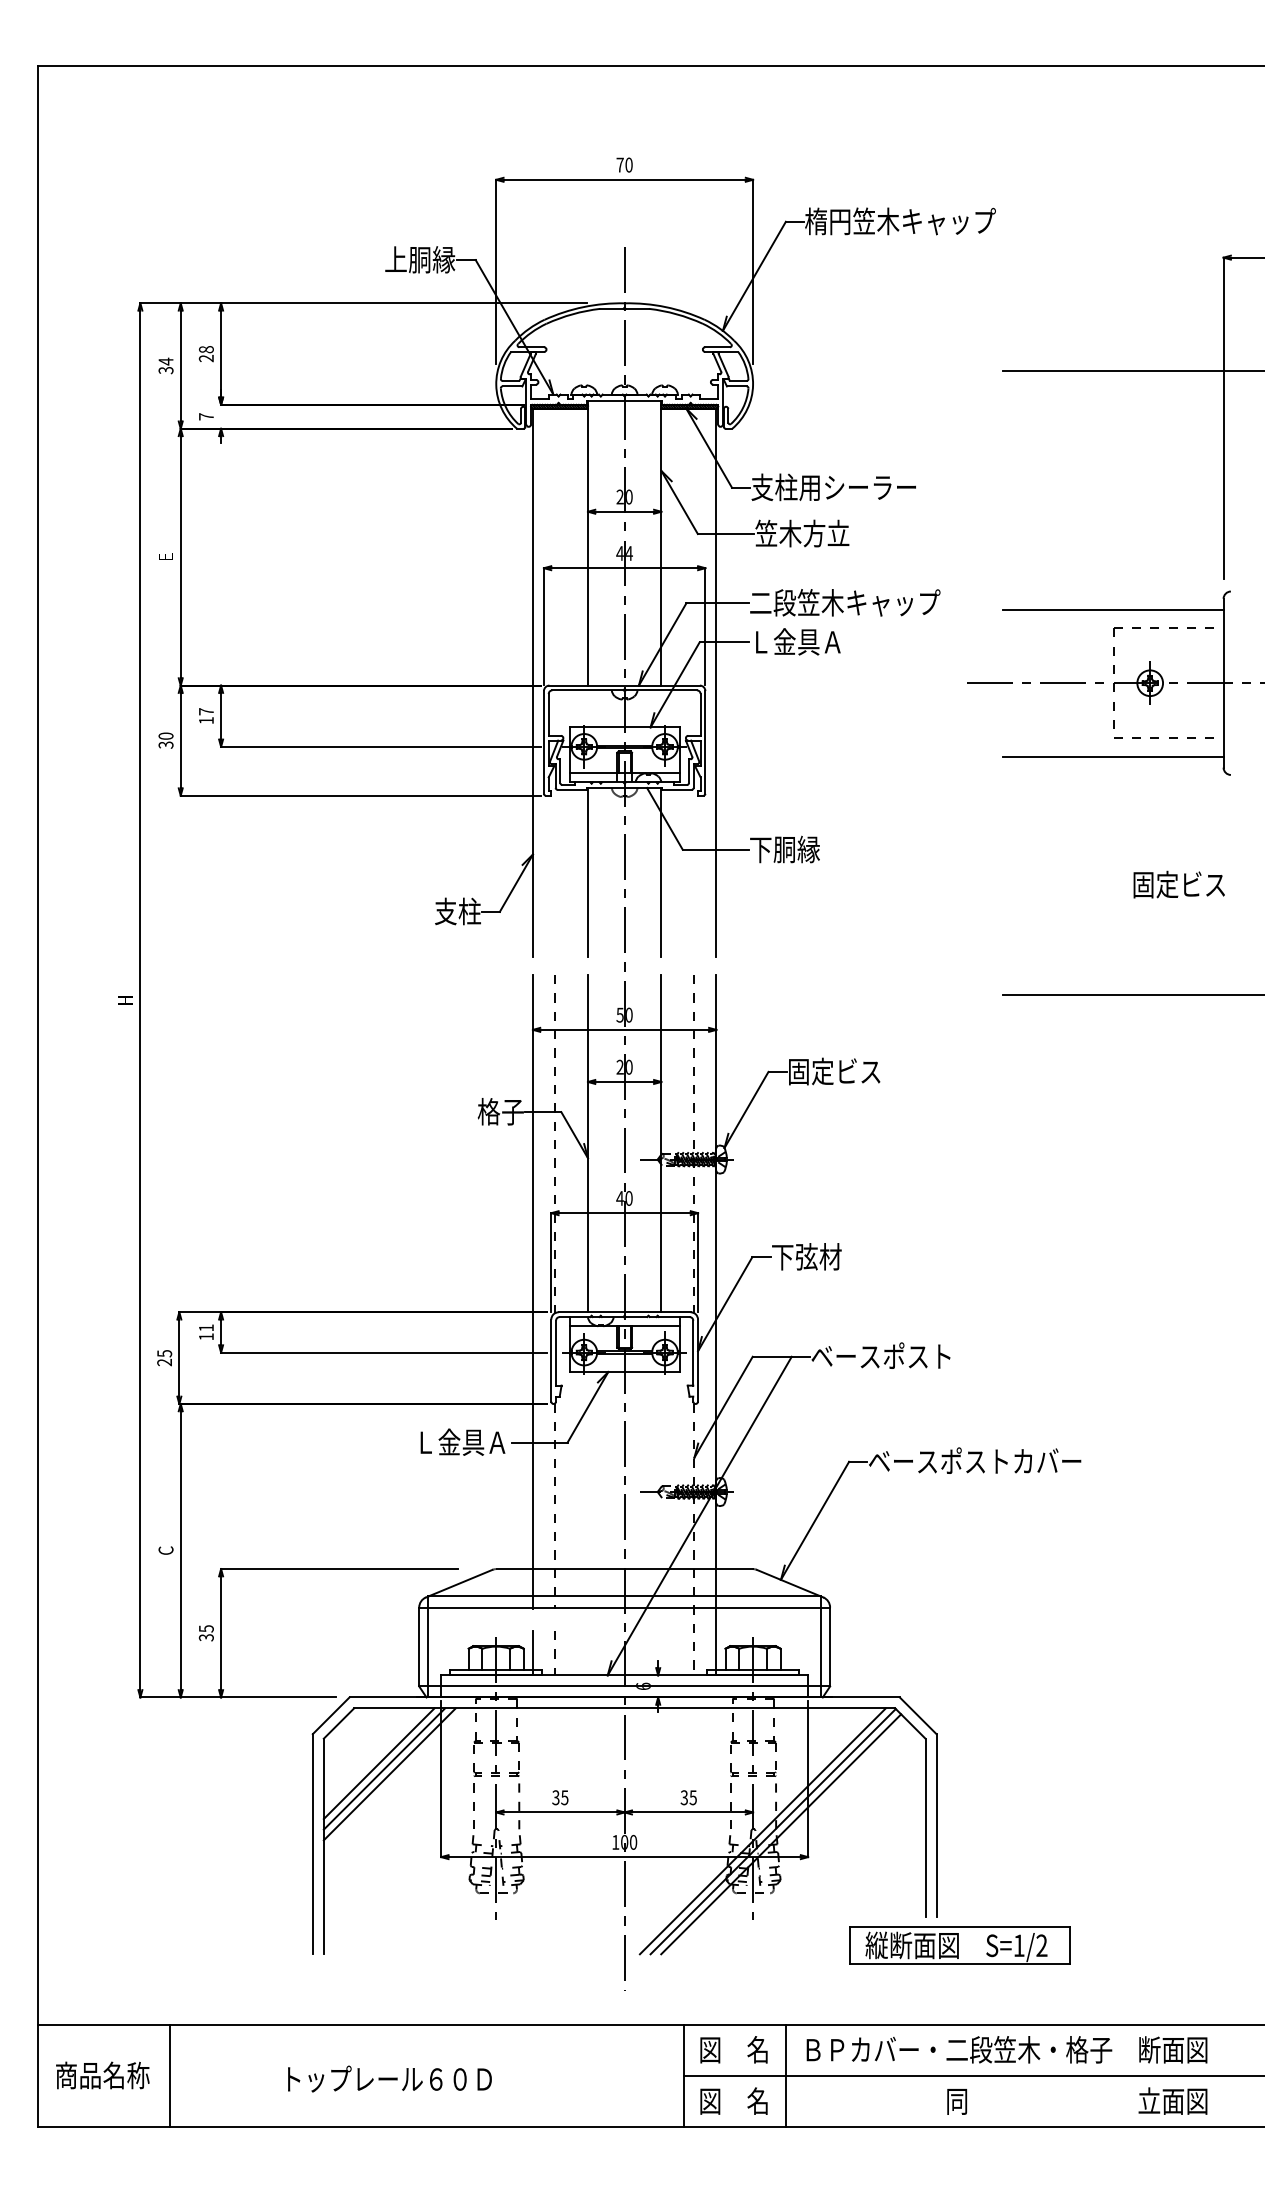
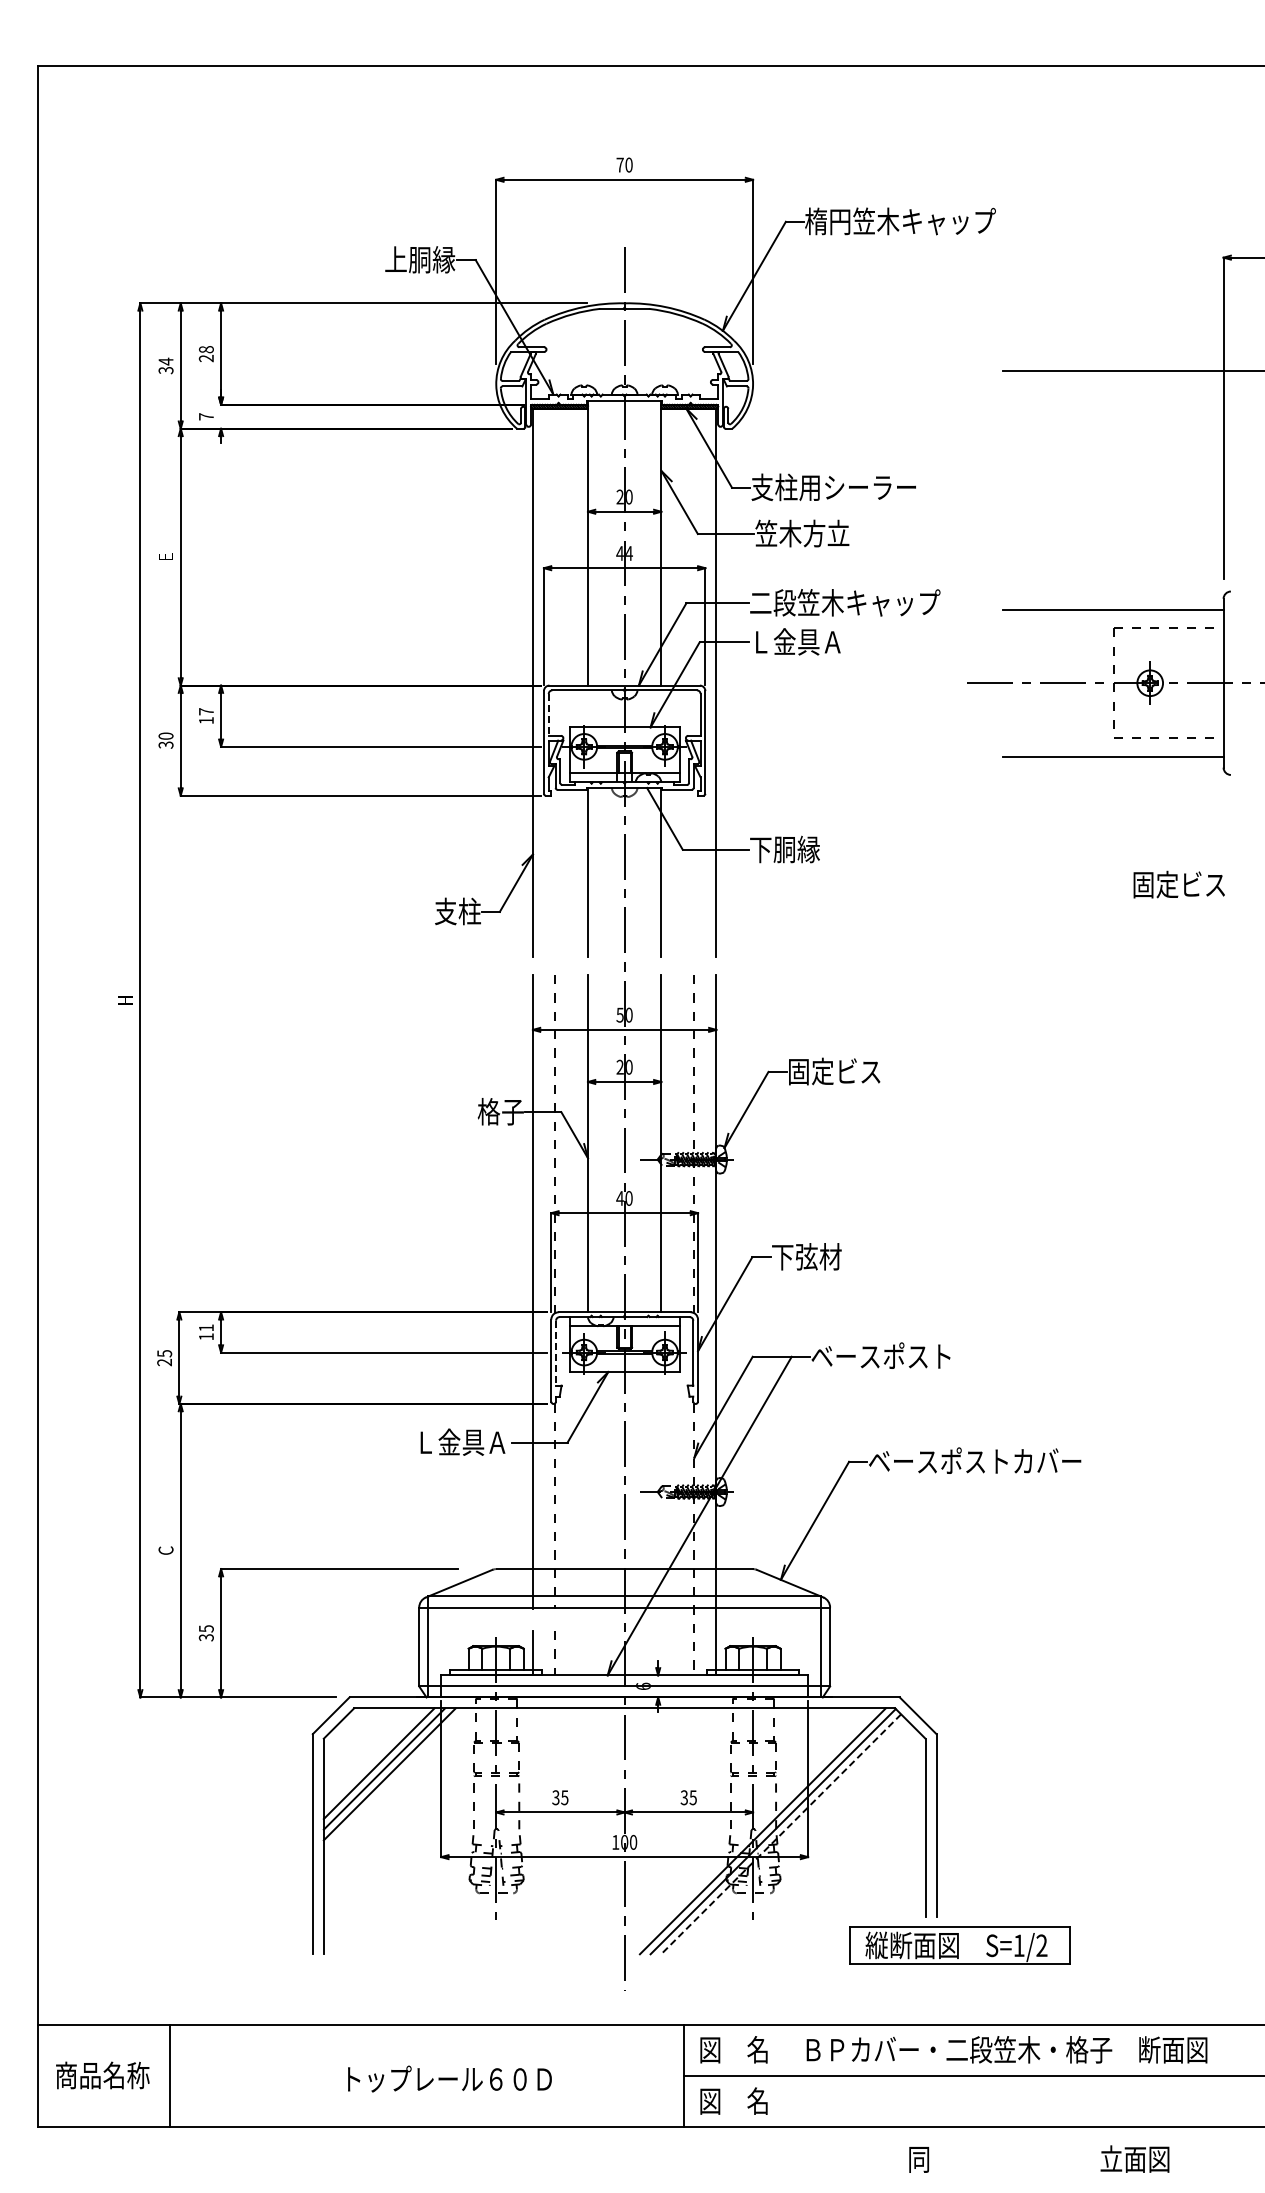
line at (548, 714): solid -> dashed
line at (1132, 995): present -> none
line at (556, 1353): solid -> dashed
line at (781, 1834): solid -> dashed
line at (786, 2075): present -> none
text at (389, 2078) position: (389, 2078) -> (449, 2078)
text at (1077, 2100) position: (1077, 2100) -> (1039, 2158)
